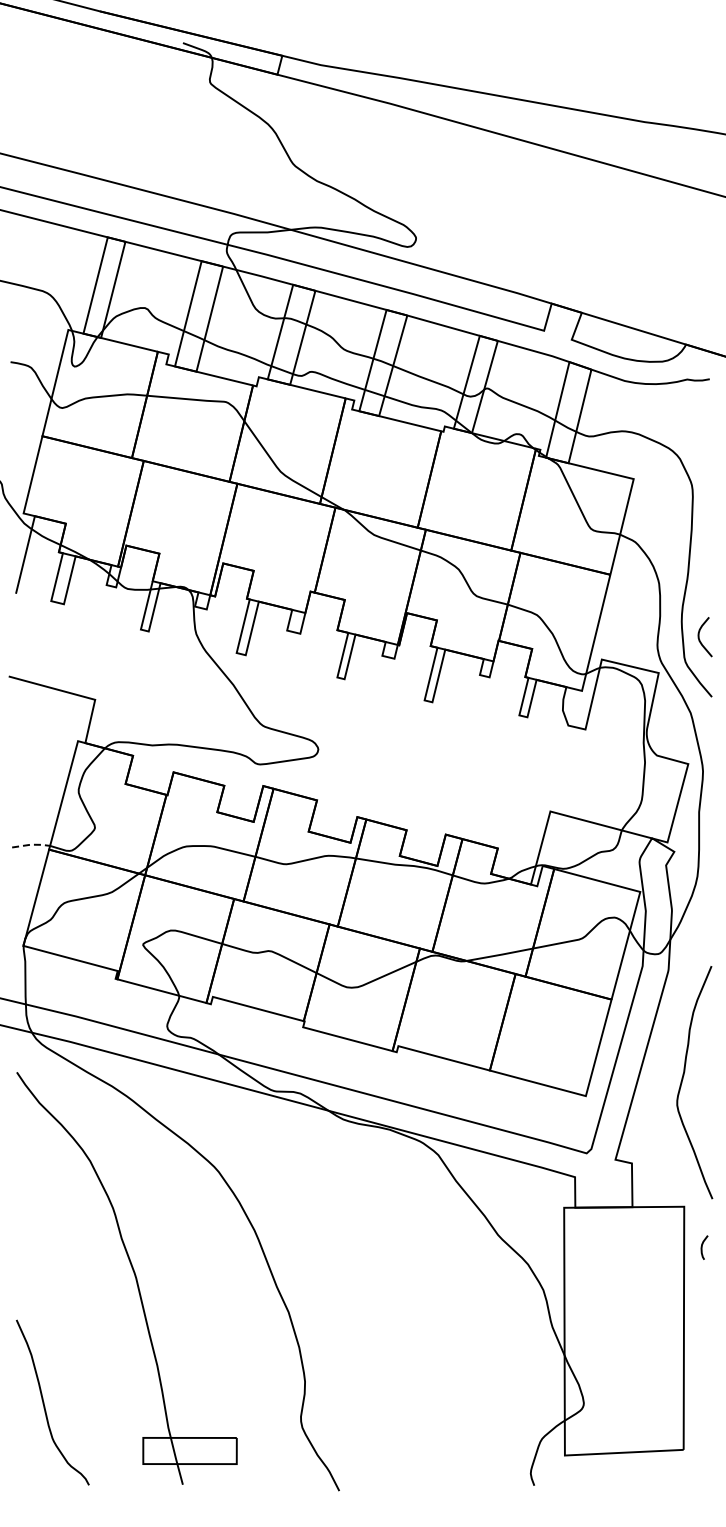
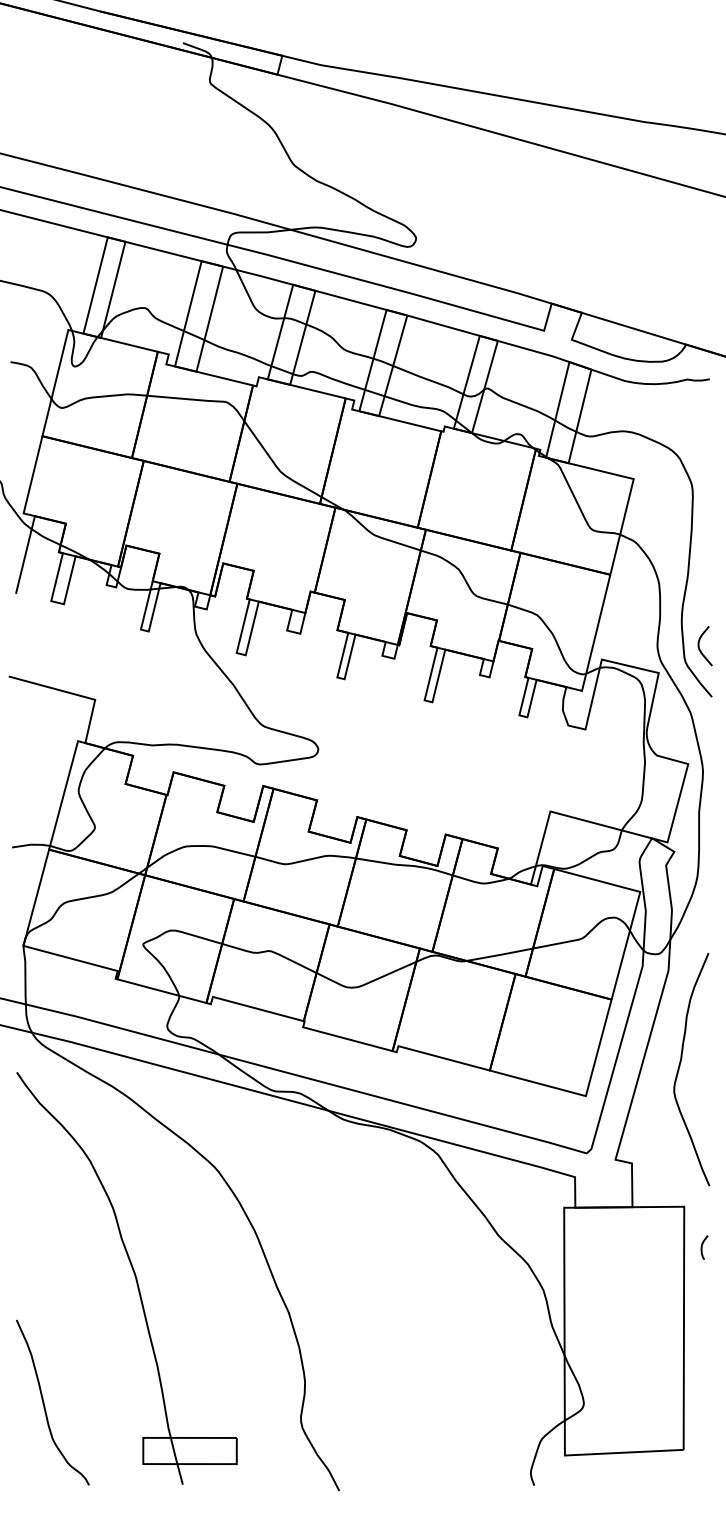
curve at (700, 639) position: (700, 639) -> (700, 648)
line at (31, 844): dashed -> solid
curve at (683, 1079) position: (683, 1079) -> (680, 1066)
